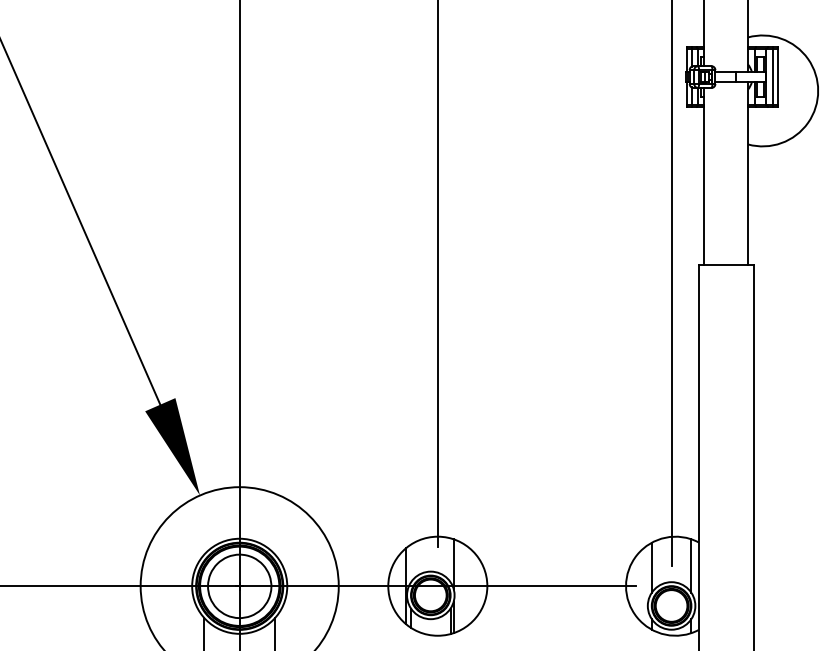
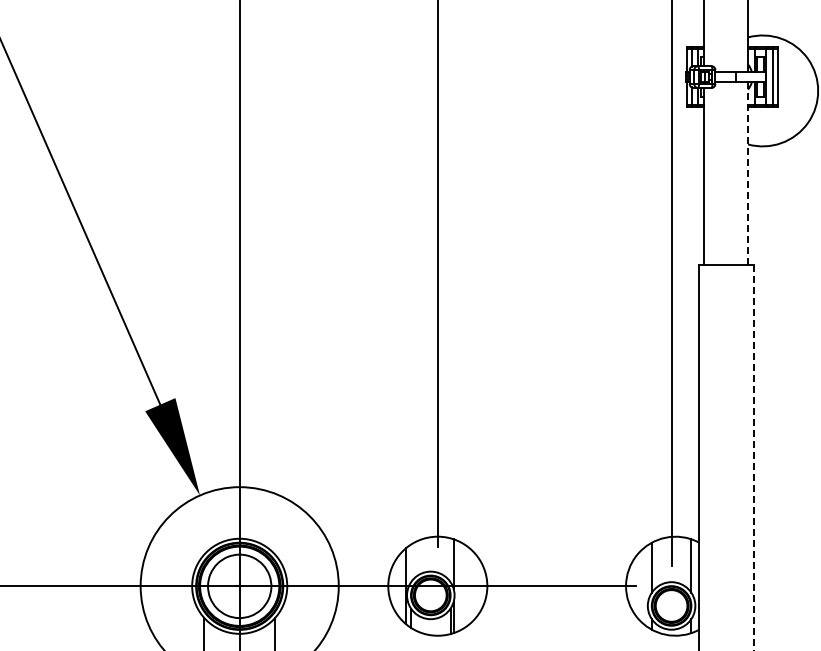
line at (748, 173): solid -> dashed
line at (754, 458): solid -> dashed
